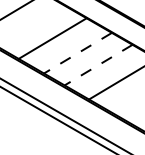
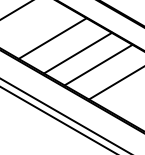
line at (77, 53): dashed -> solid
line at (98, 65): dashed -> solid
